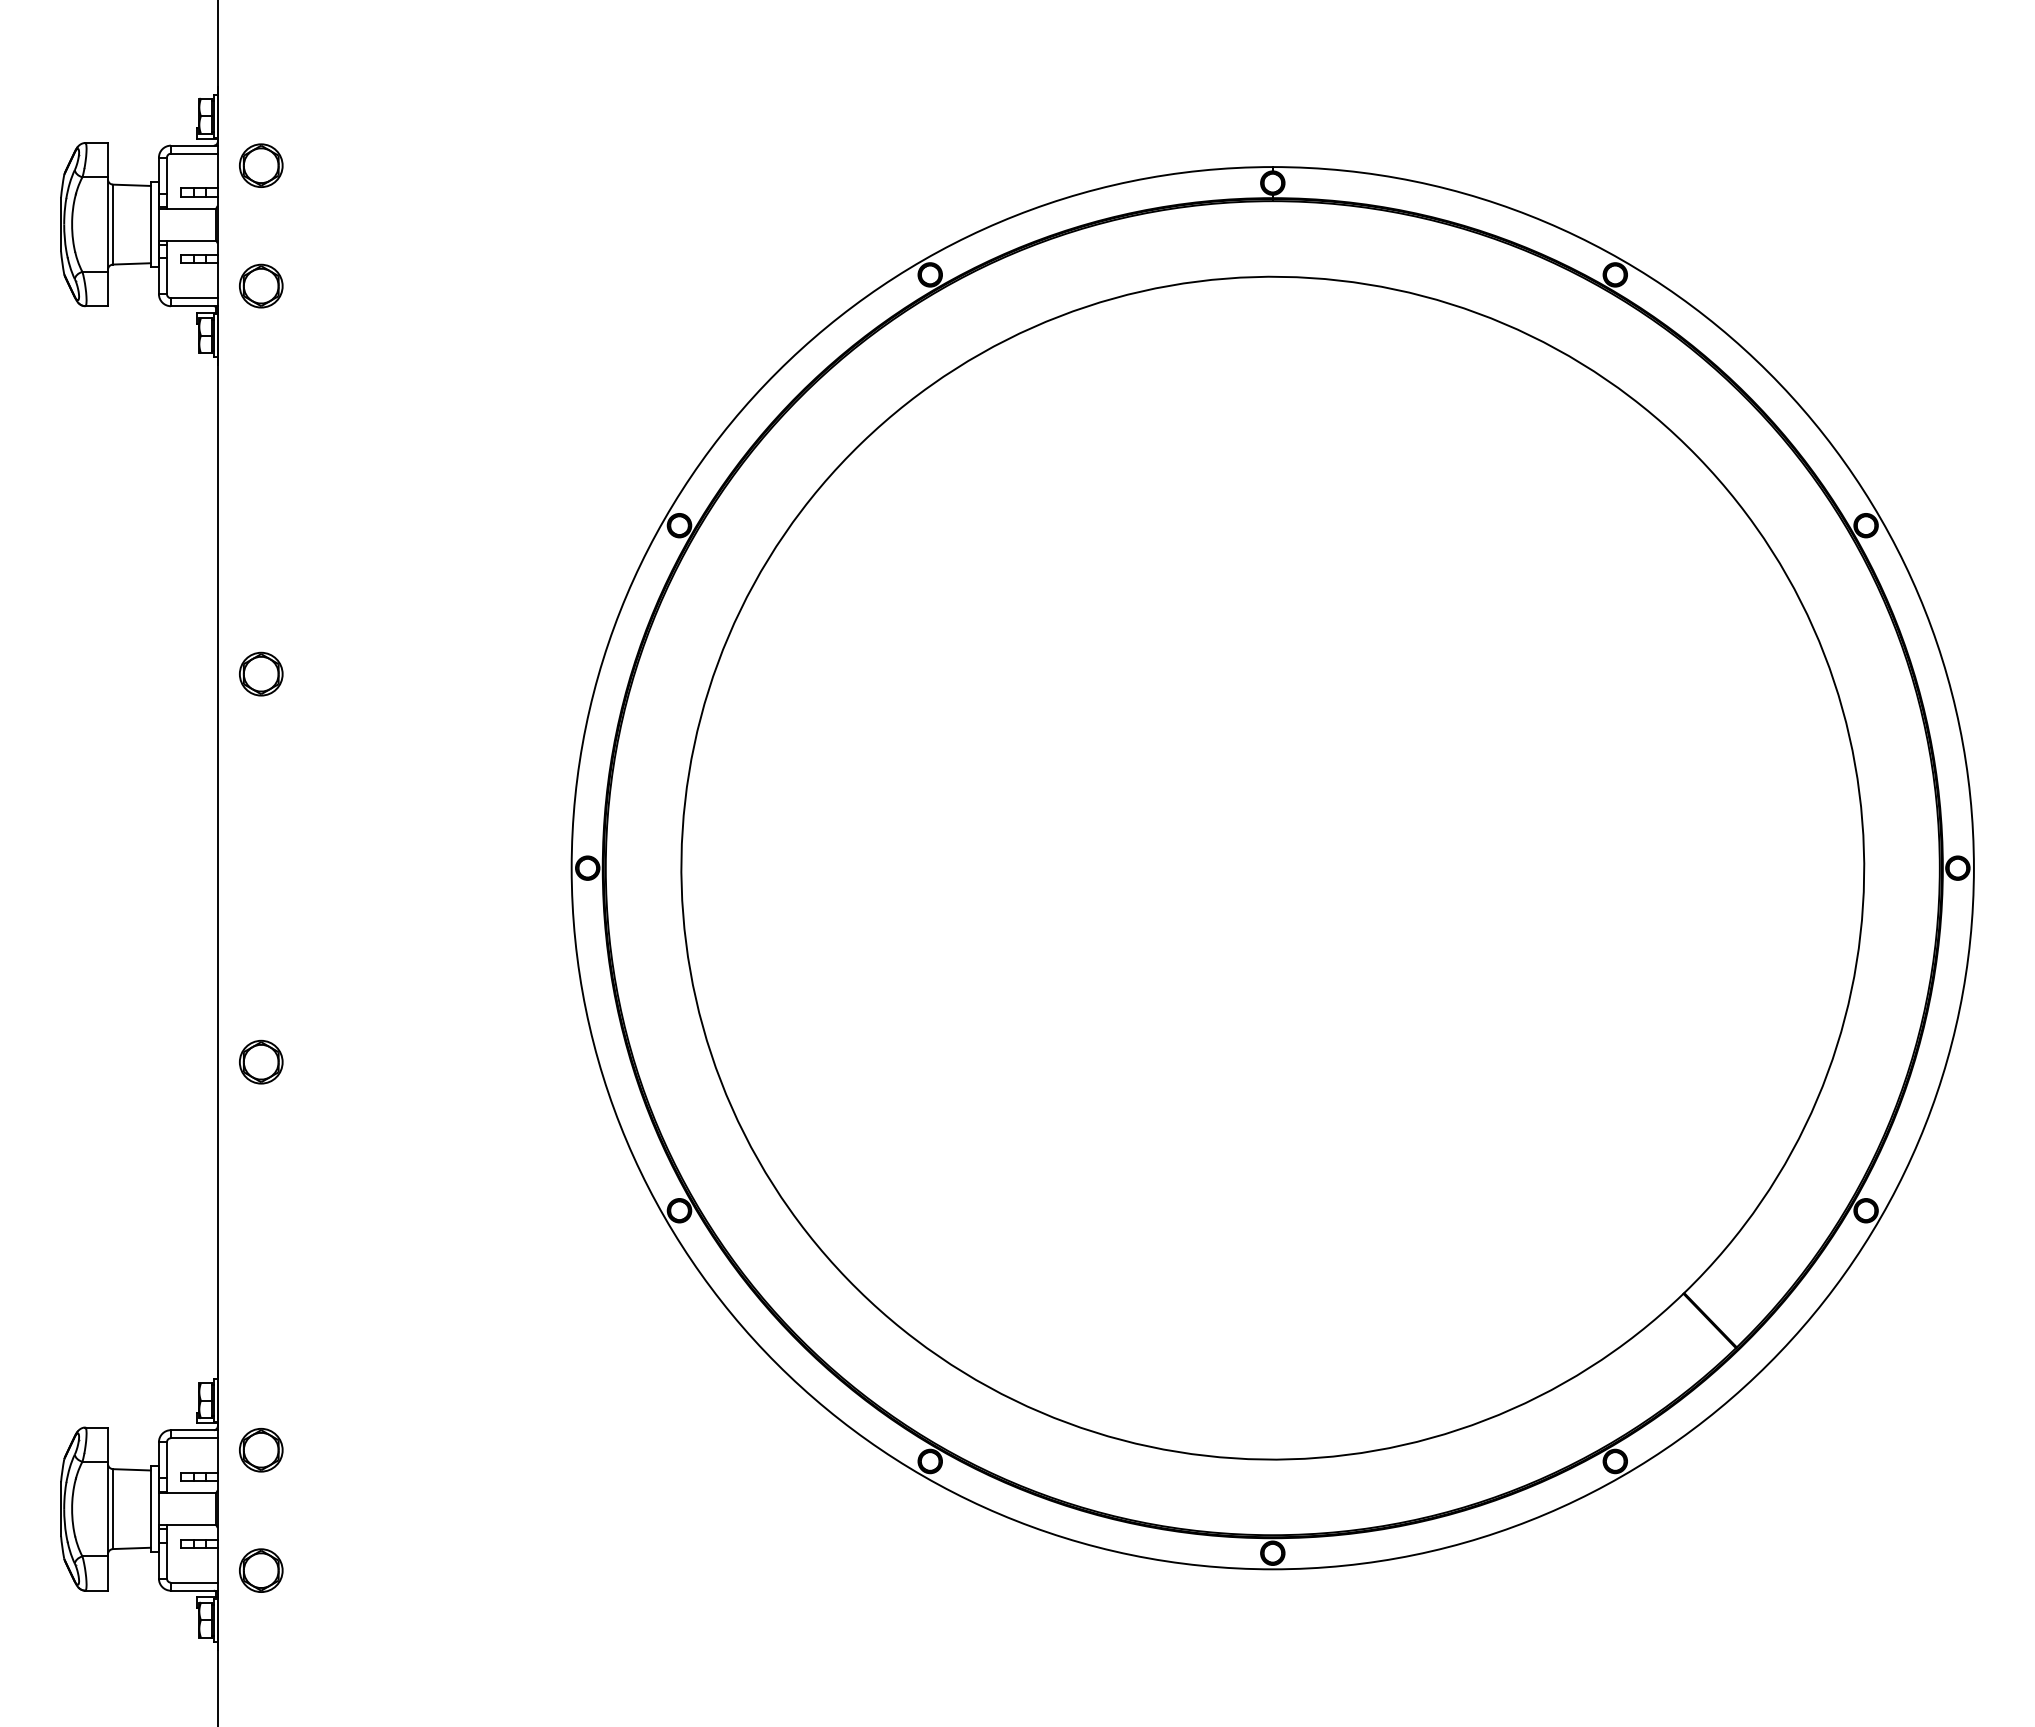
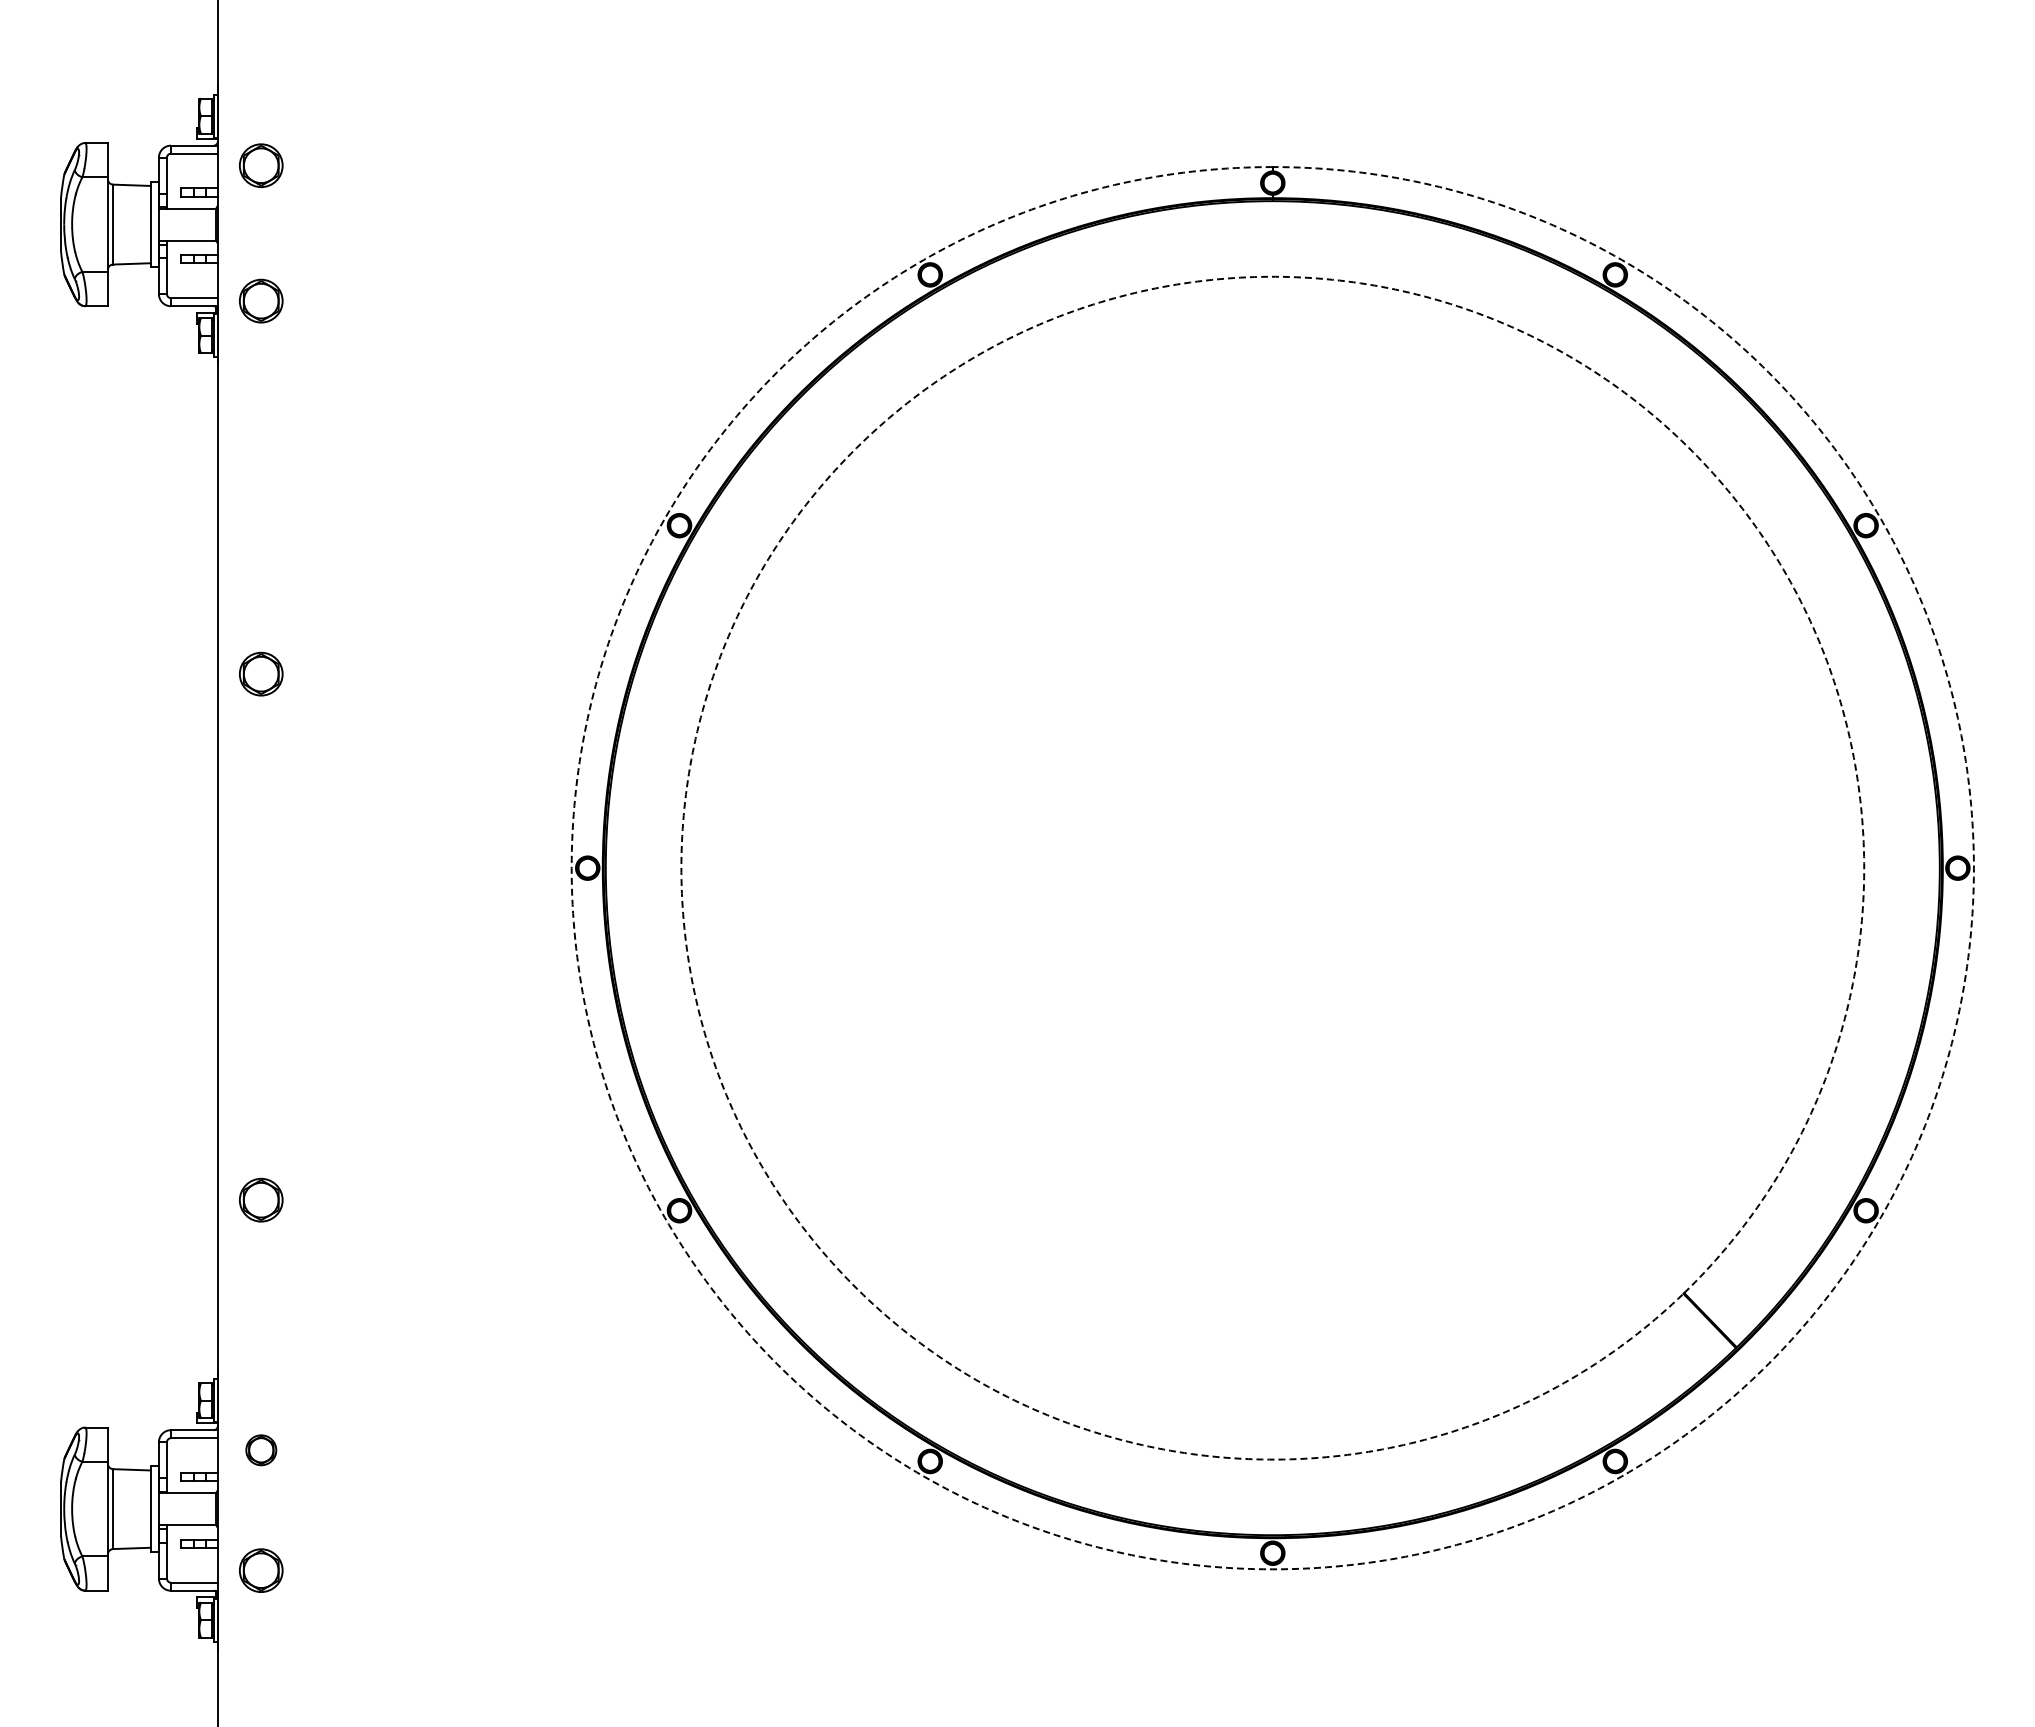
part at (261, 285) position: (261, 285) -> (261, 300)
arc at (861, 442): solid -> dashed
part at (261, 1061) position: (261, 1061) -> (261, 1199)
part at (261, 1450) size: 45x45 px -> 33x33 px
arc at (1272, 1569): solid -> dashed
